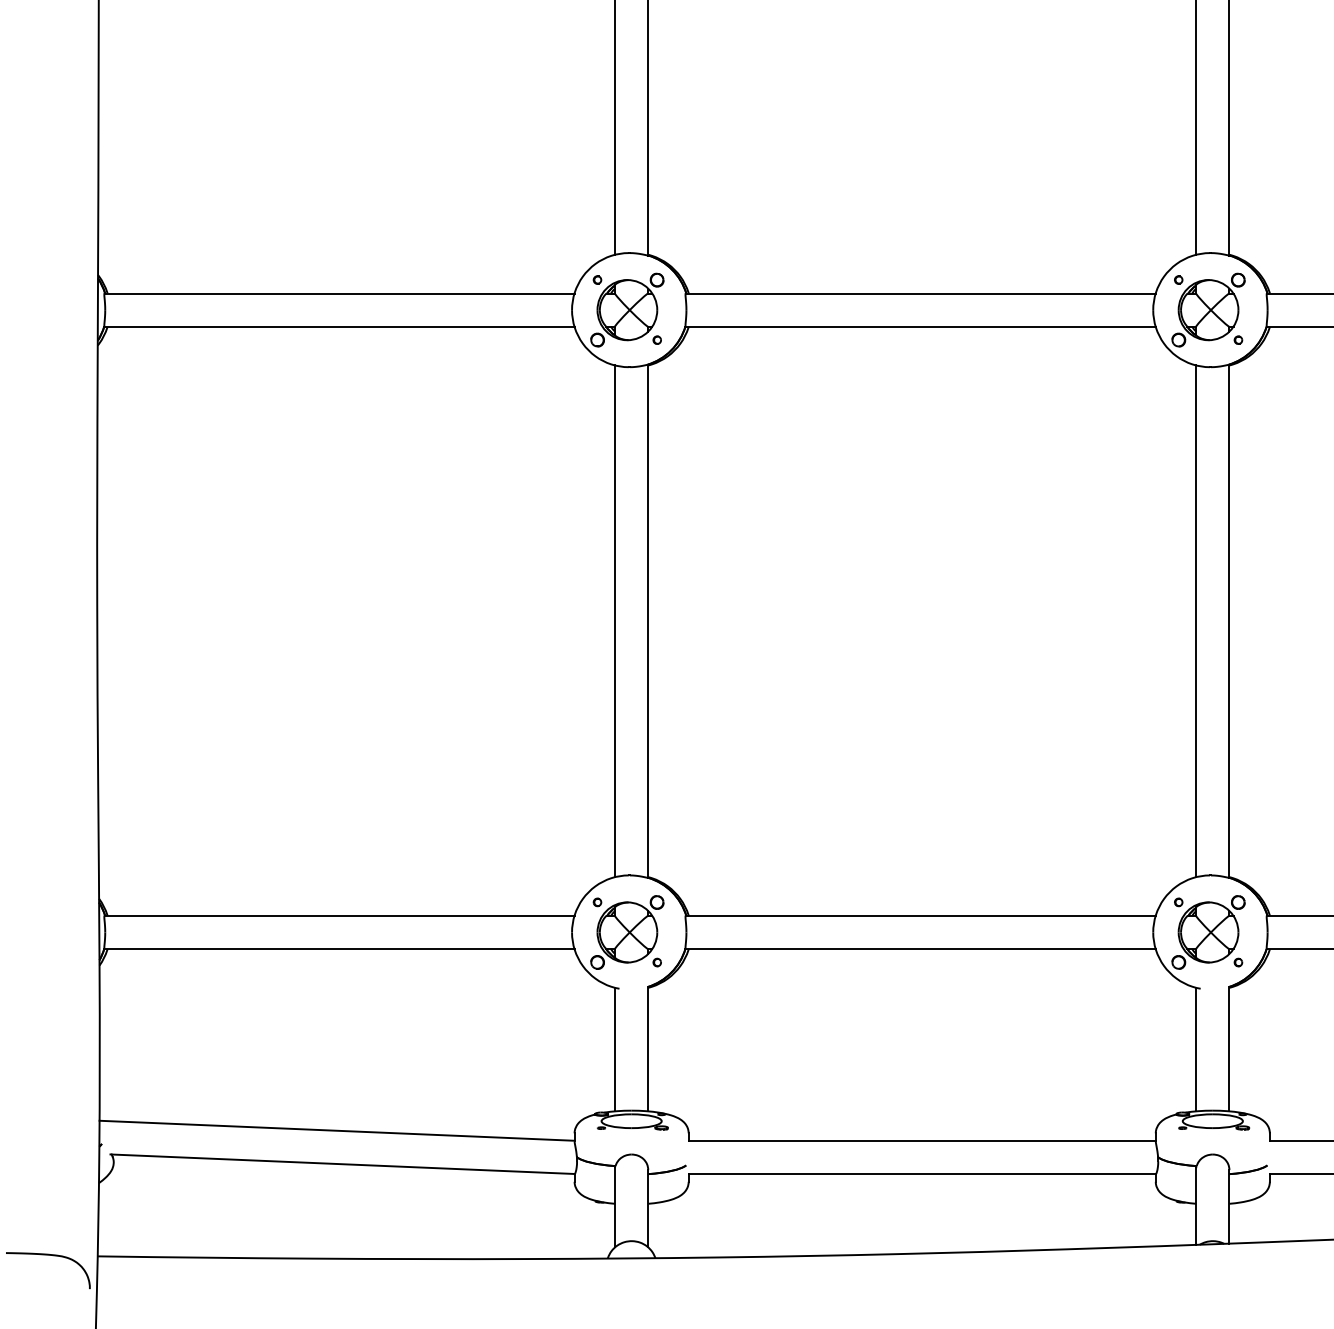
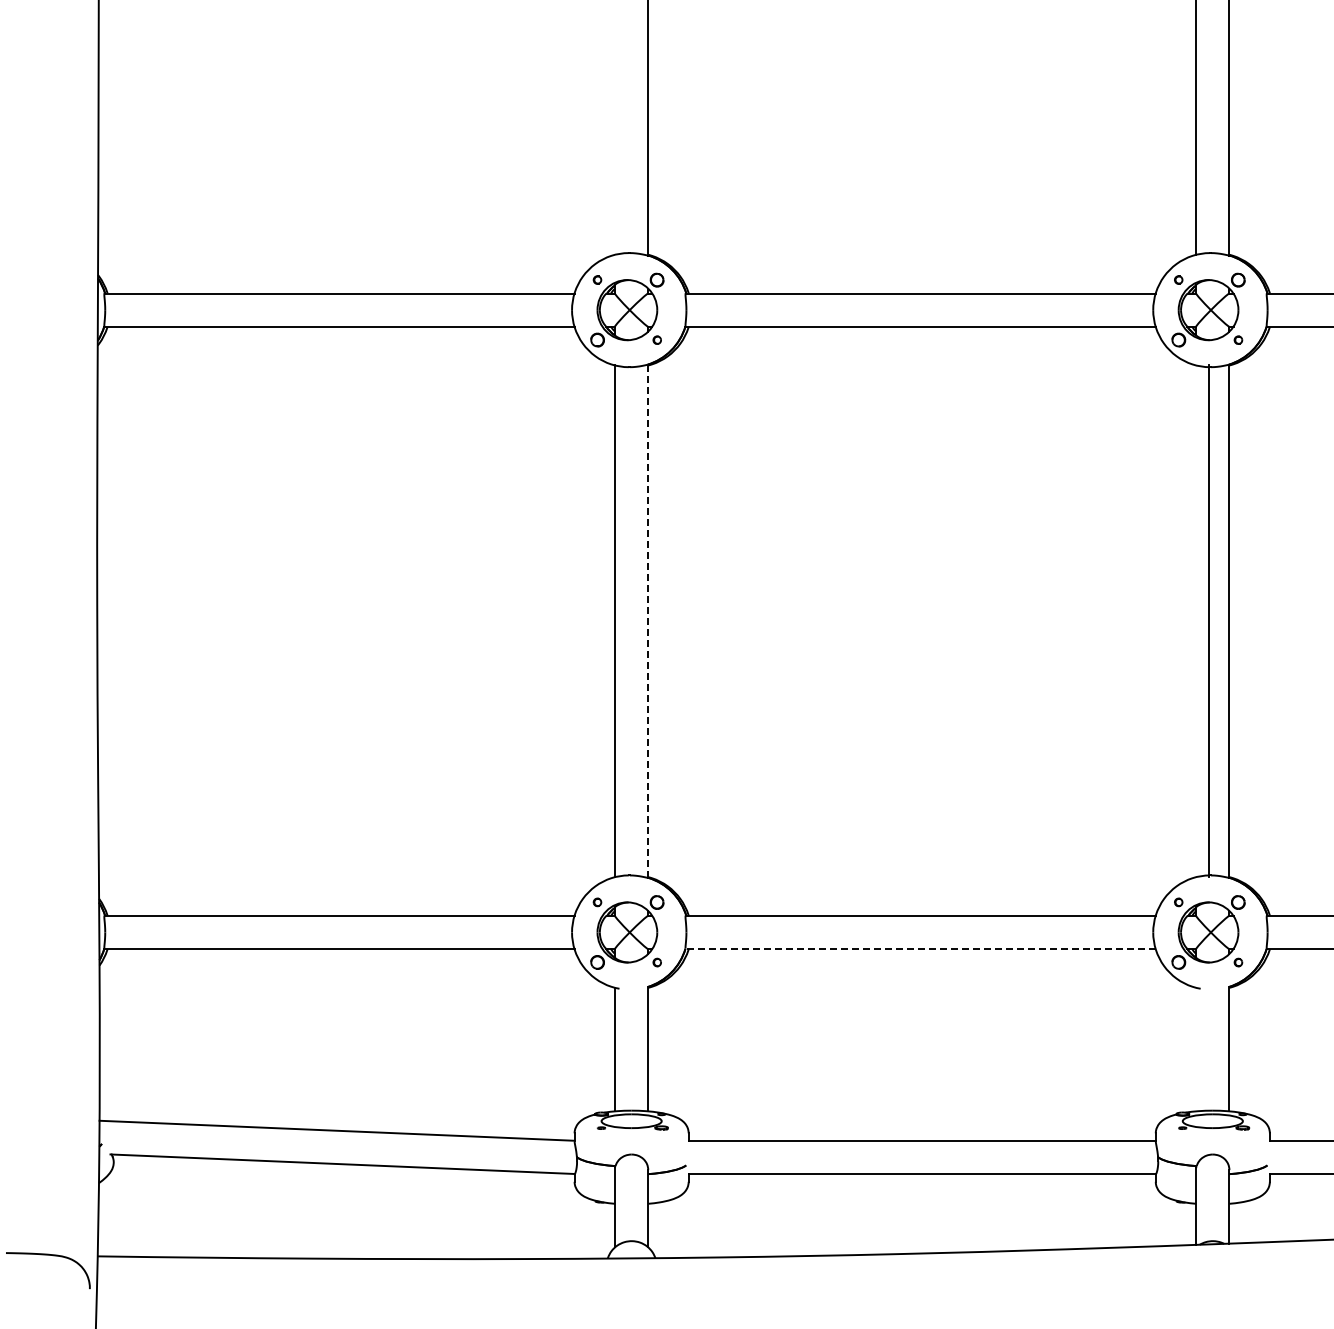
line at (615, 128): present -> none
line at (648, 621): solid -> dashed
line at (1196, 621) position: (1196, 621) -> (1209, 621)
line at (920, 949): solid -> dashed
line at (1196, 1049): present -> none
